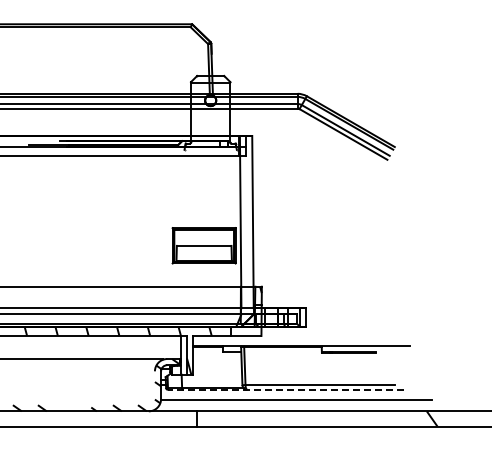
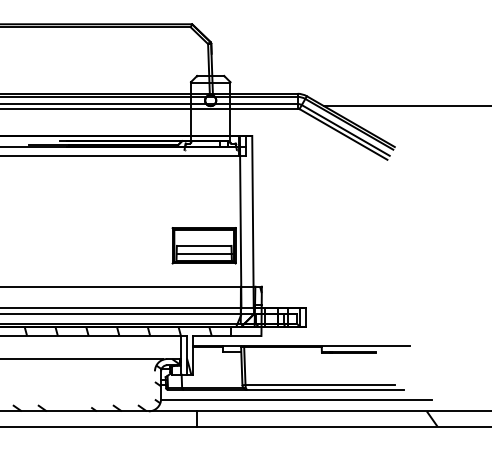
line at (405, 106): none -> present
line at (203, 254): none -> present
line at (285, 389): dashed -> solid
